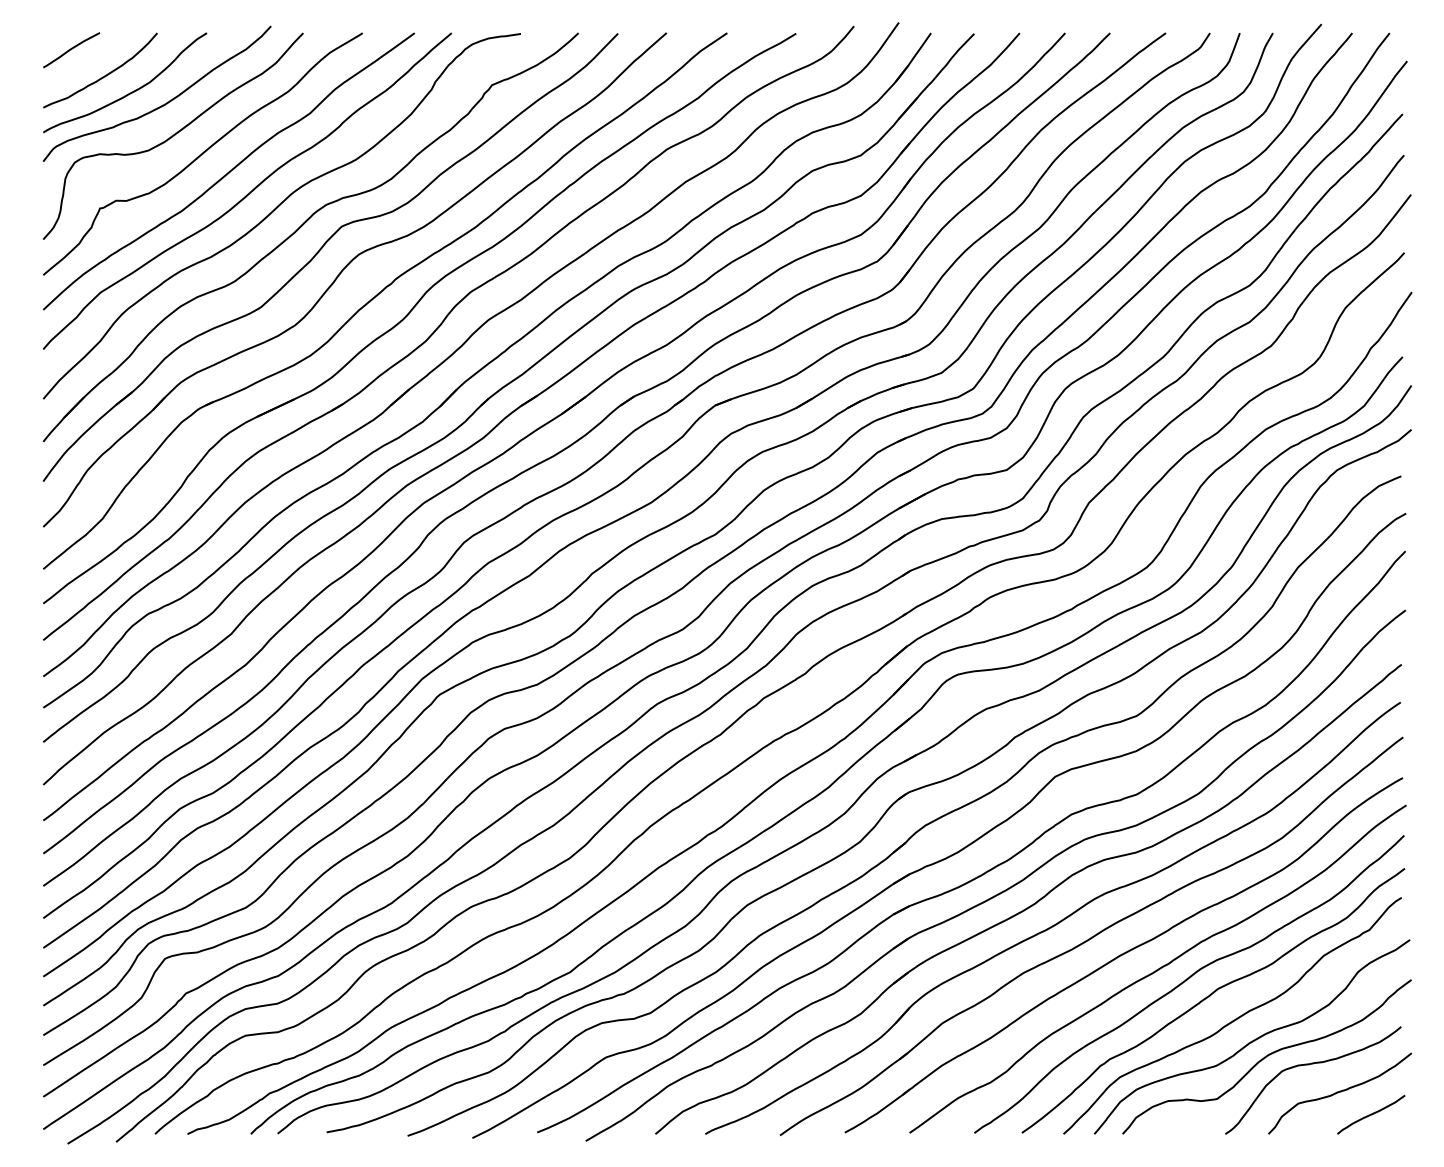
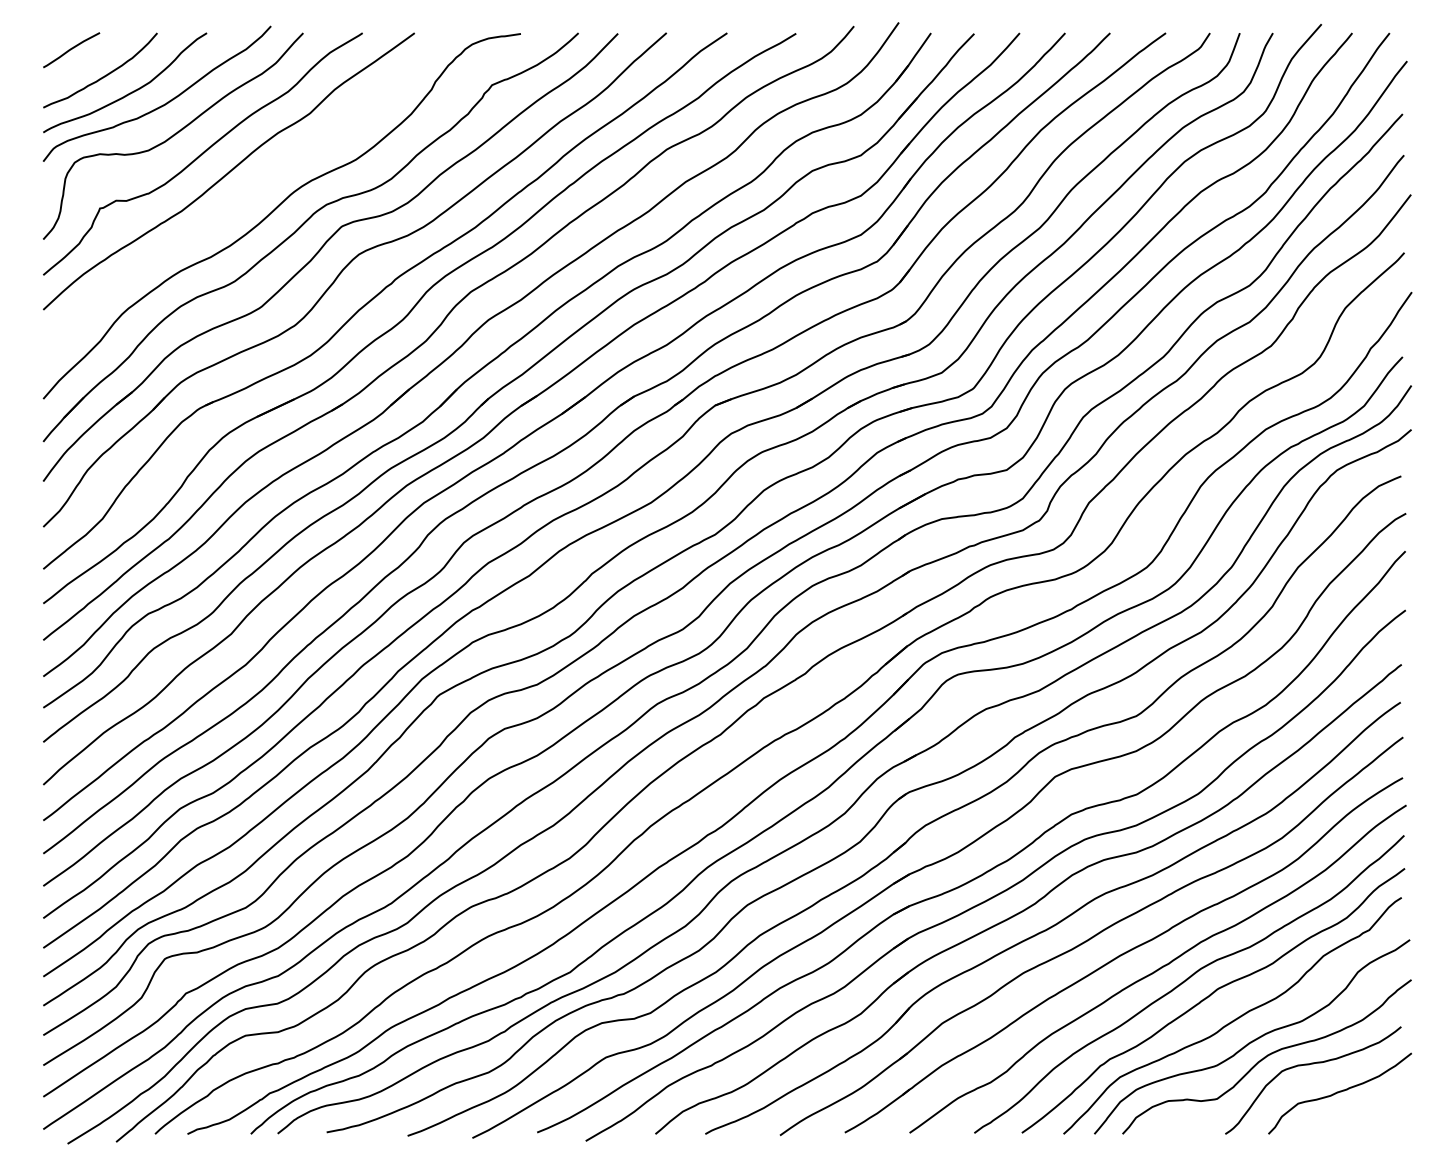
curve at (249, 192): present -> none
curve at (1371, 1114): present -> none
